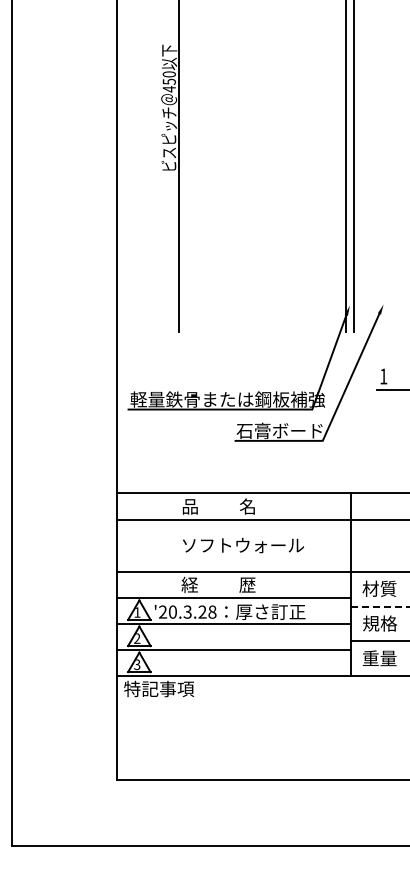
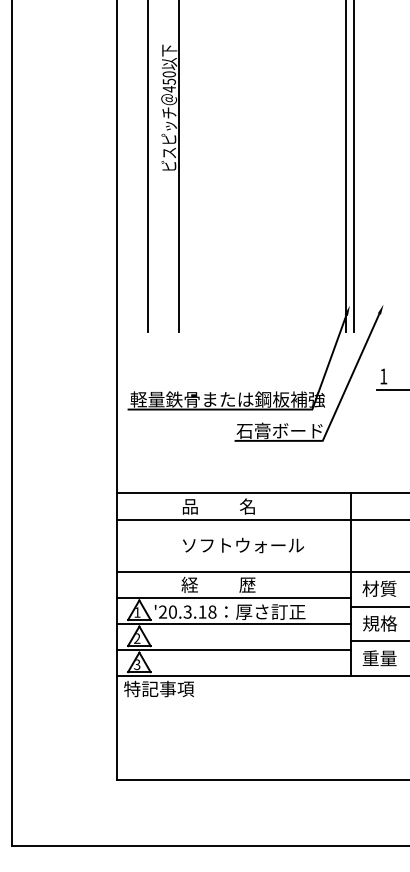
line at (147, 167): none -> present
line at (380, 606): dashed -> solid
text at (202, 611): '20.3.28 -> '20.3.18
